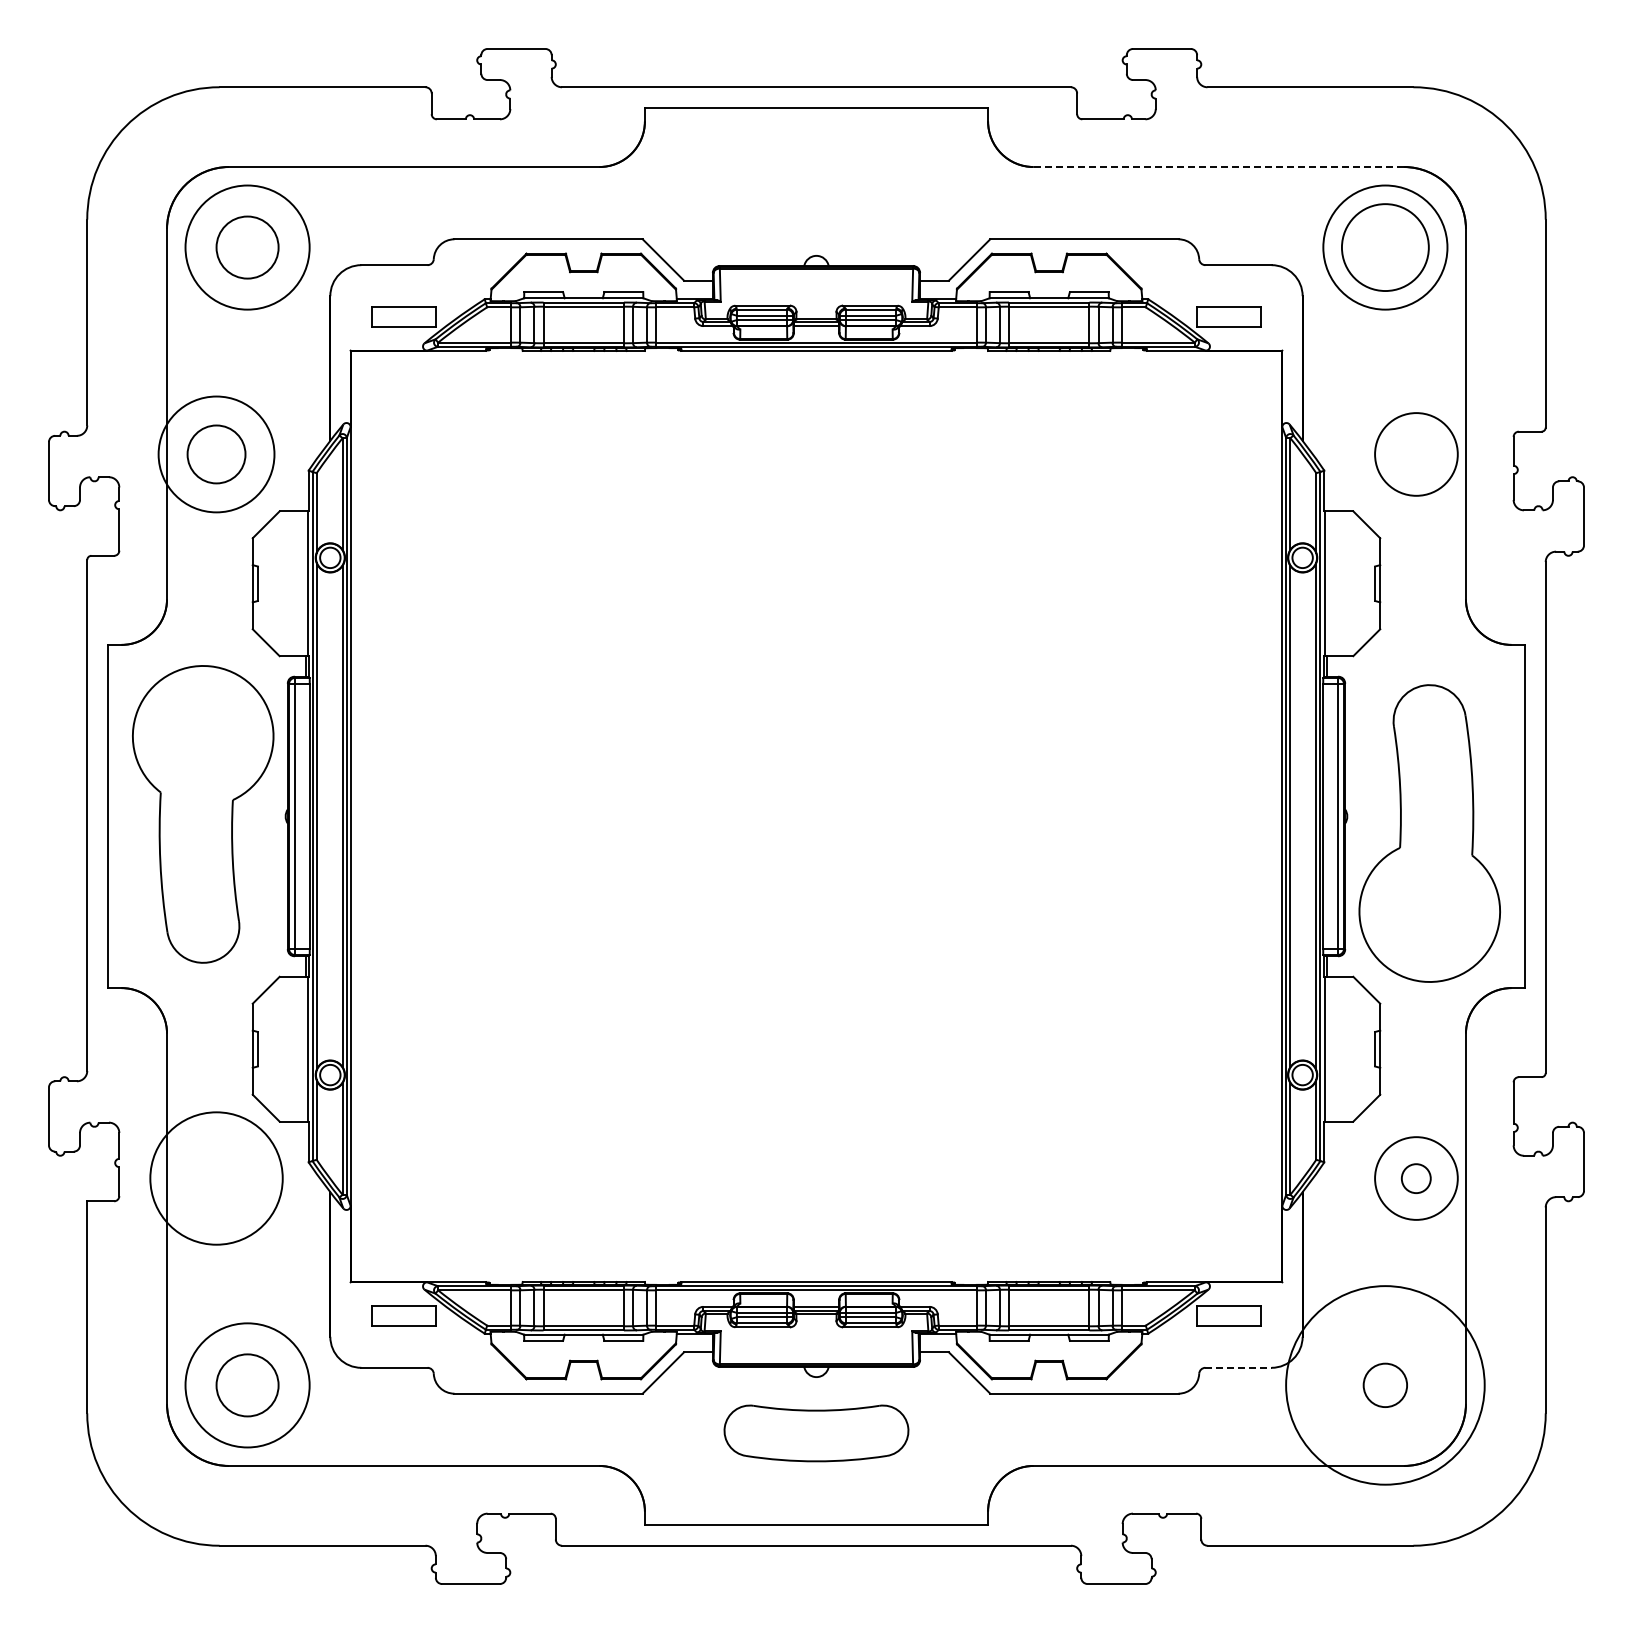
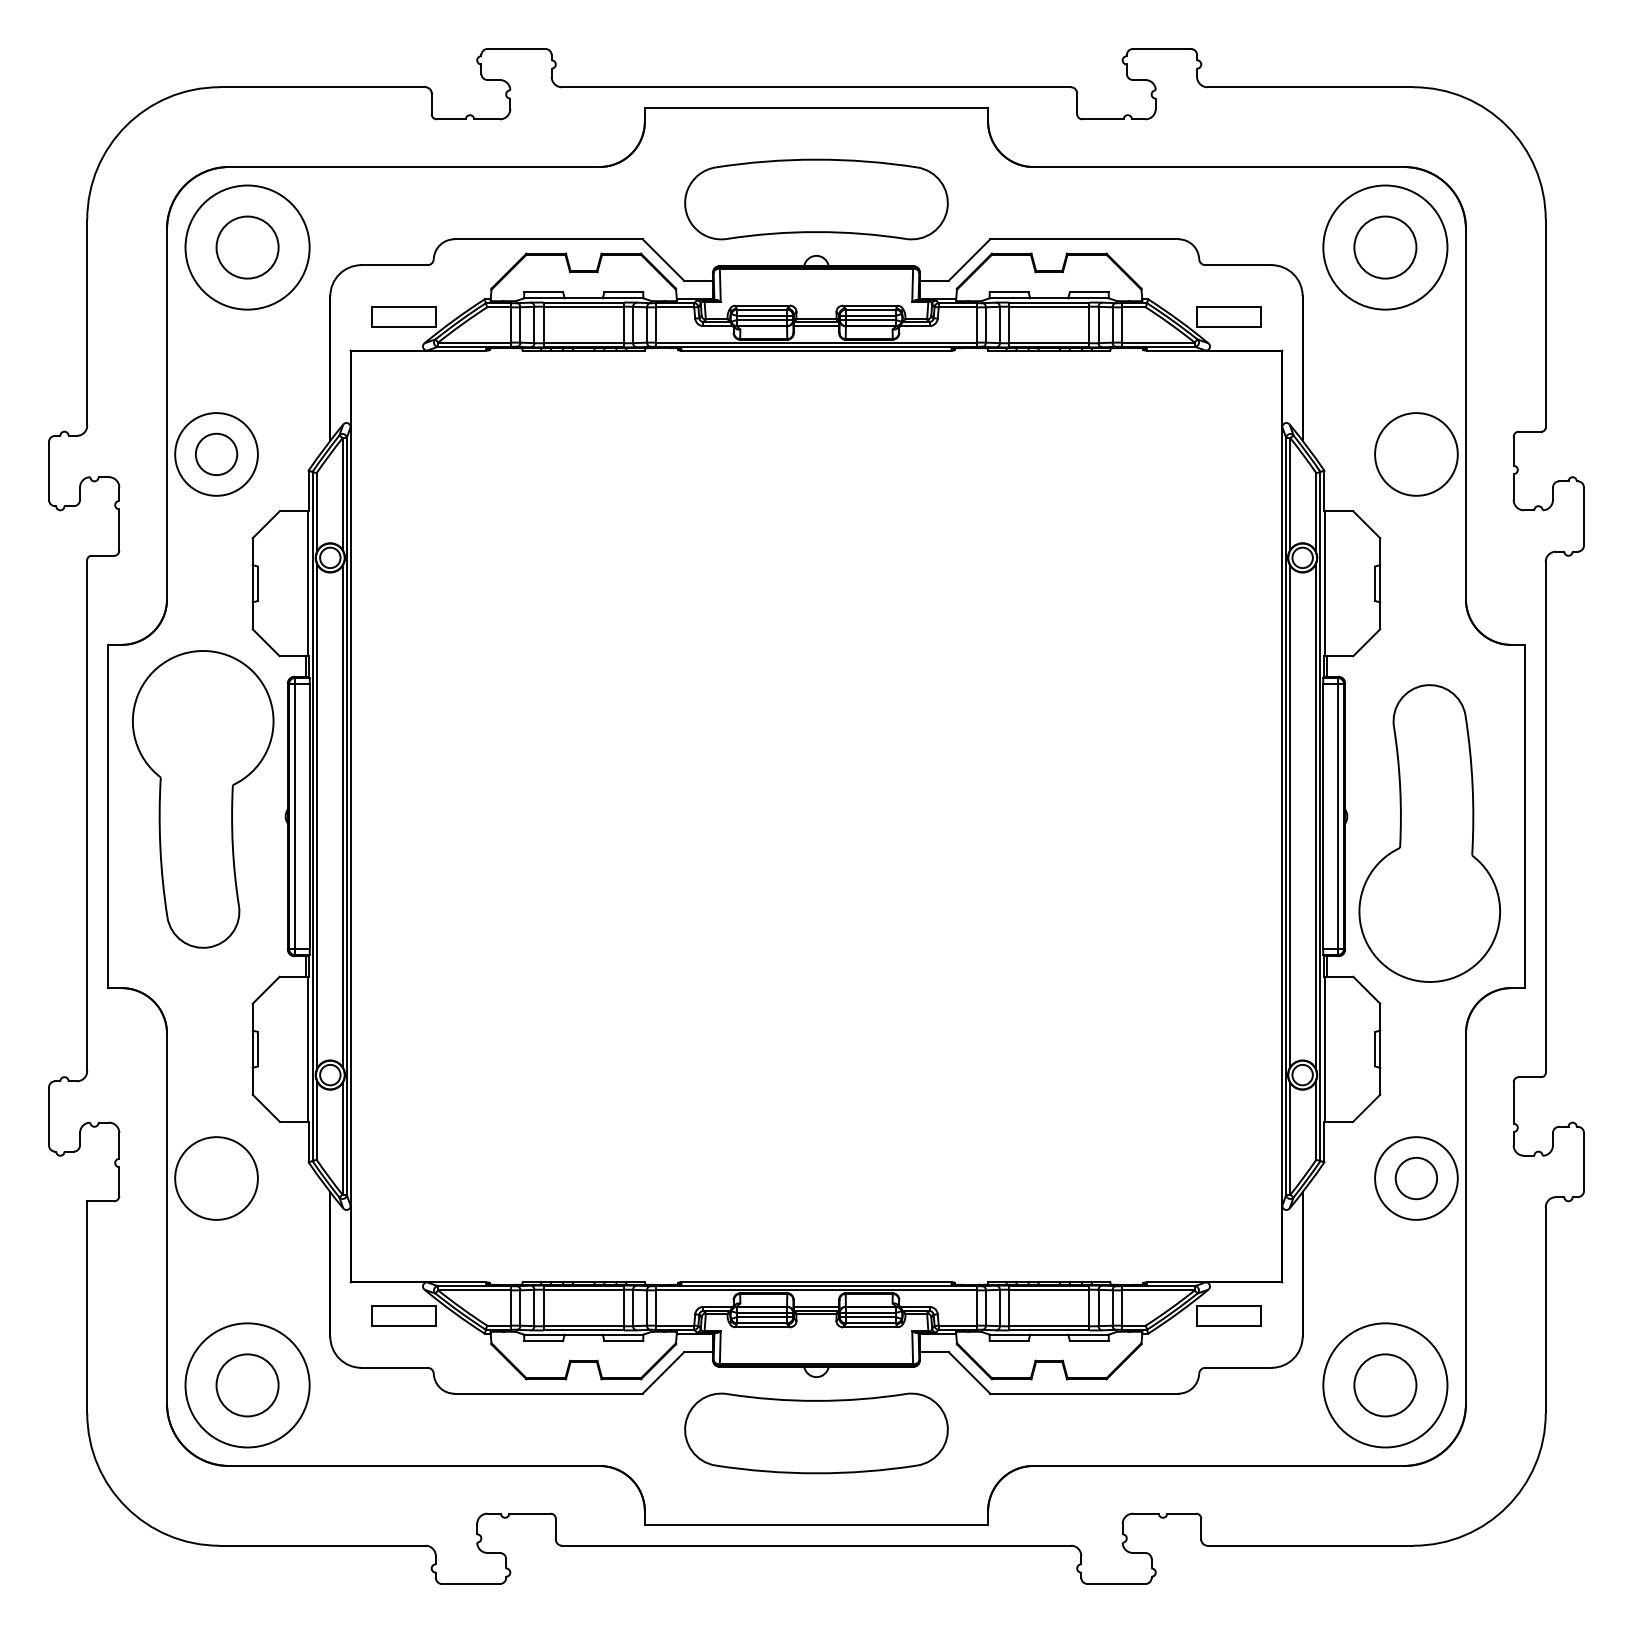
line at (1219, 167): dashed -> solid
part at (816, 199): none -> present
circle at (1384, 247) diameter: 87 px -> 62 px
circle at (216, 454) diameter: 116 px -> 83 px
circle at (216, 454) diameter: 58 px -> 41 px
part at (203, 814) position: (203, 814) -> (203, 799)
circle at (216, 1178) diameter: 132 px -> 83 px
circle at (1416, 1178) size: 31x31 px -> 44x44 px
line at (1239, 1367): dashed -> solid
circle at (1385, 1385) diameter: 199 px -> 124 px
circle at (1385, 1385) diameter: 43 px -> 62 px
part at (816, 1433) size: 187x59 px -> 265x83 px
